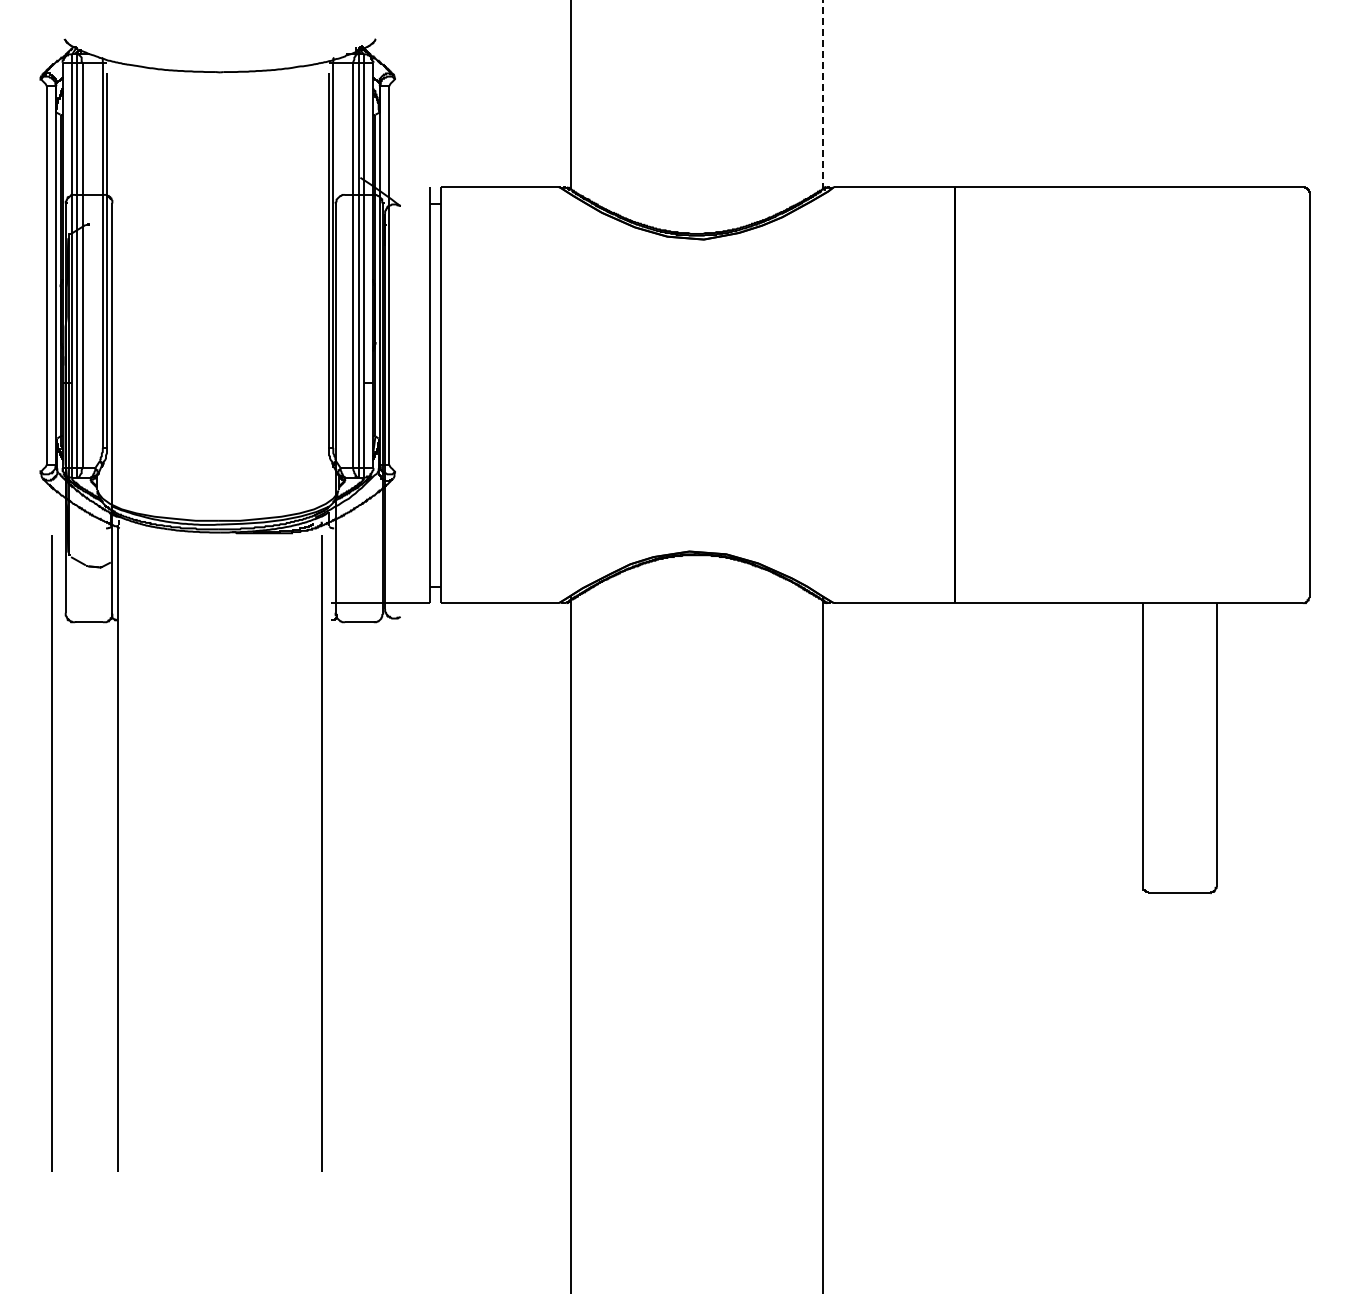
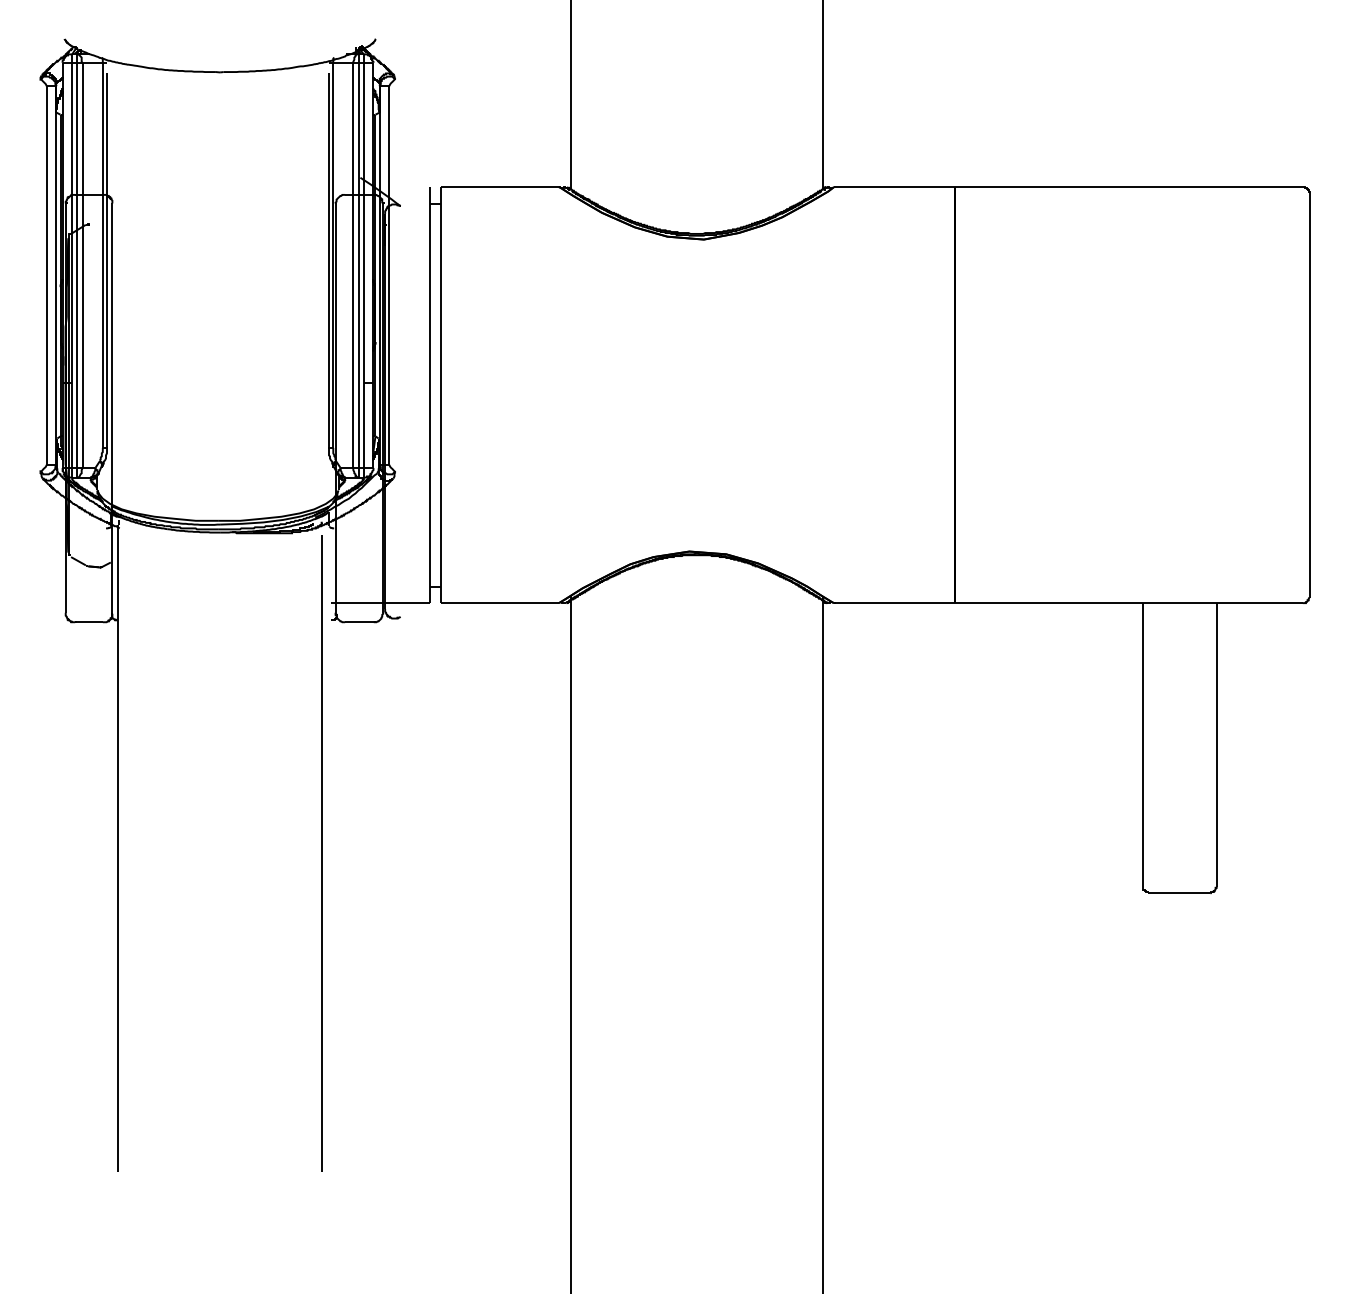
line at (822, 94): dashed -> solid
line at (51, 853): present -> none
